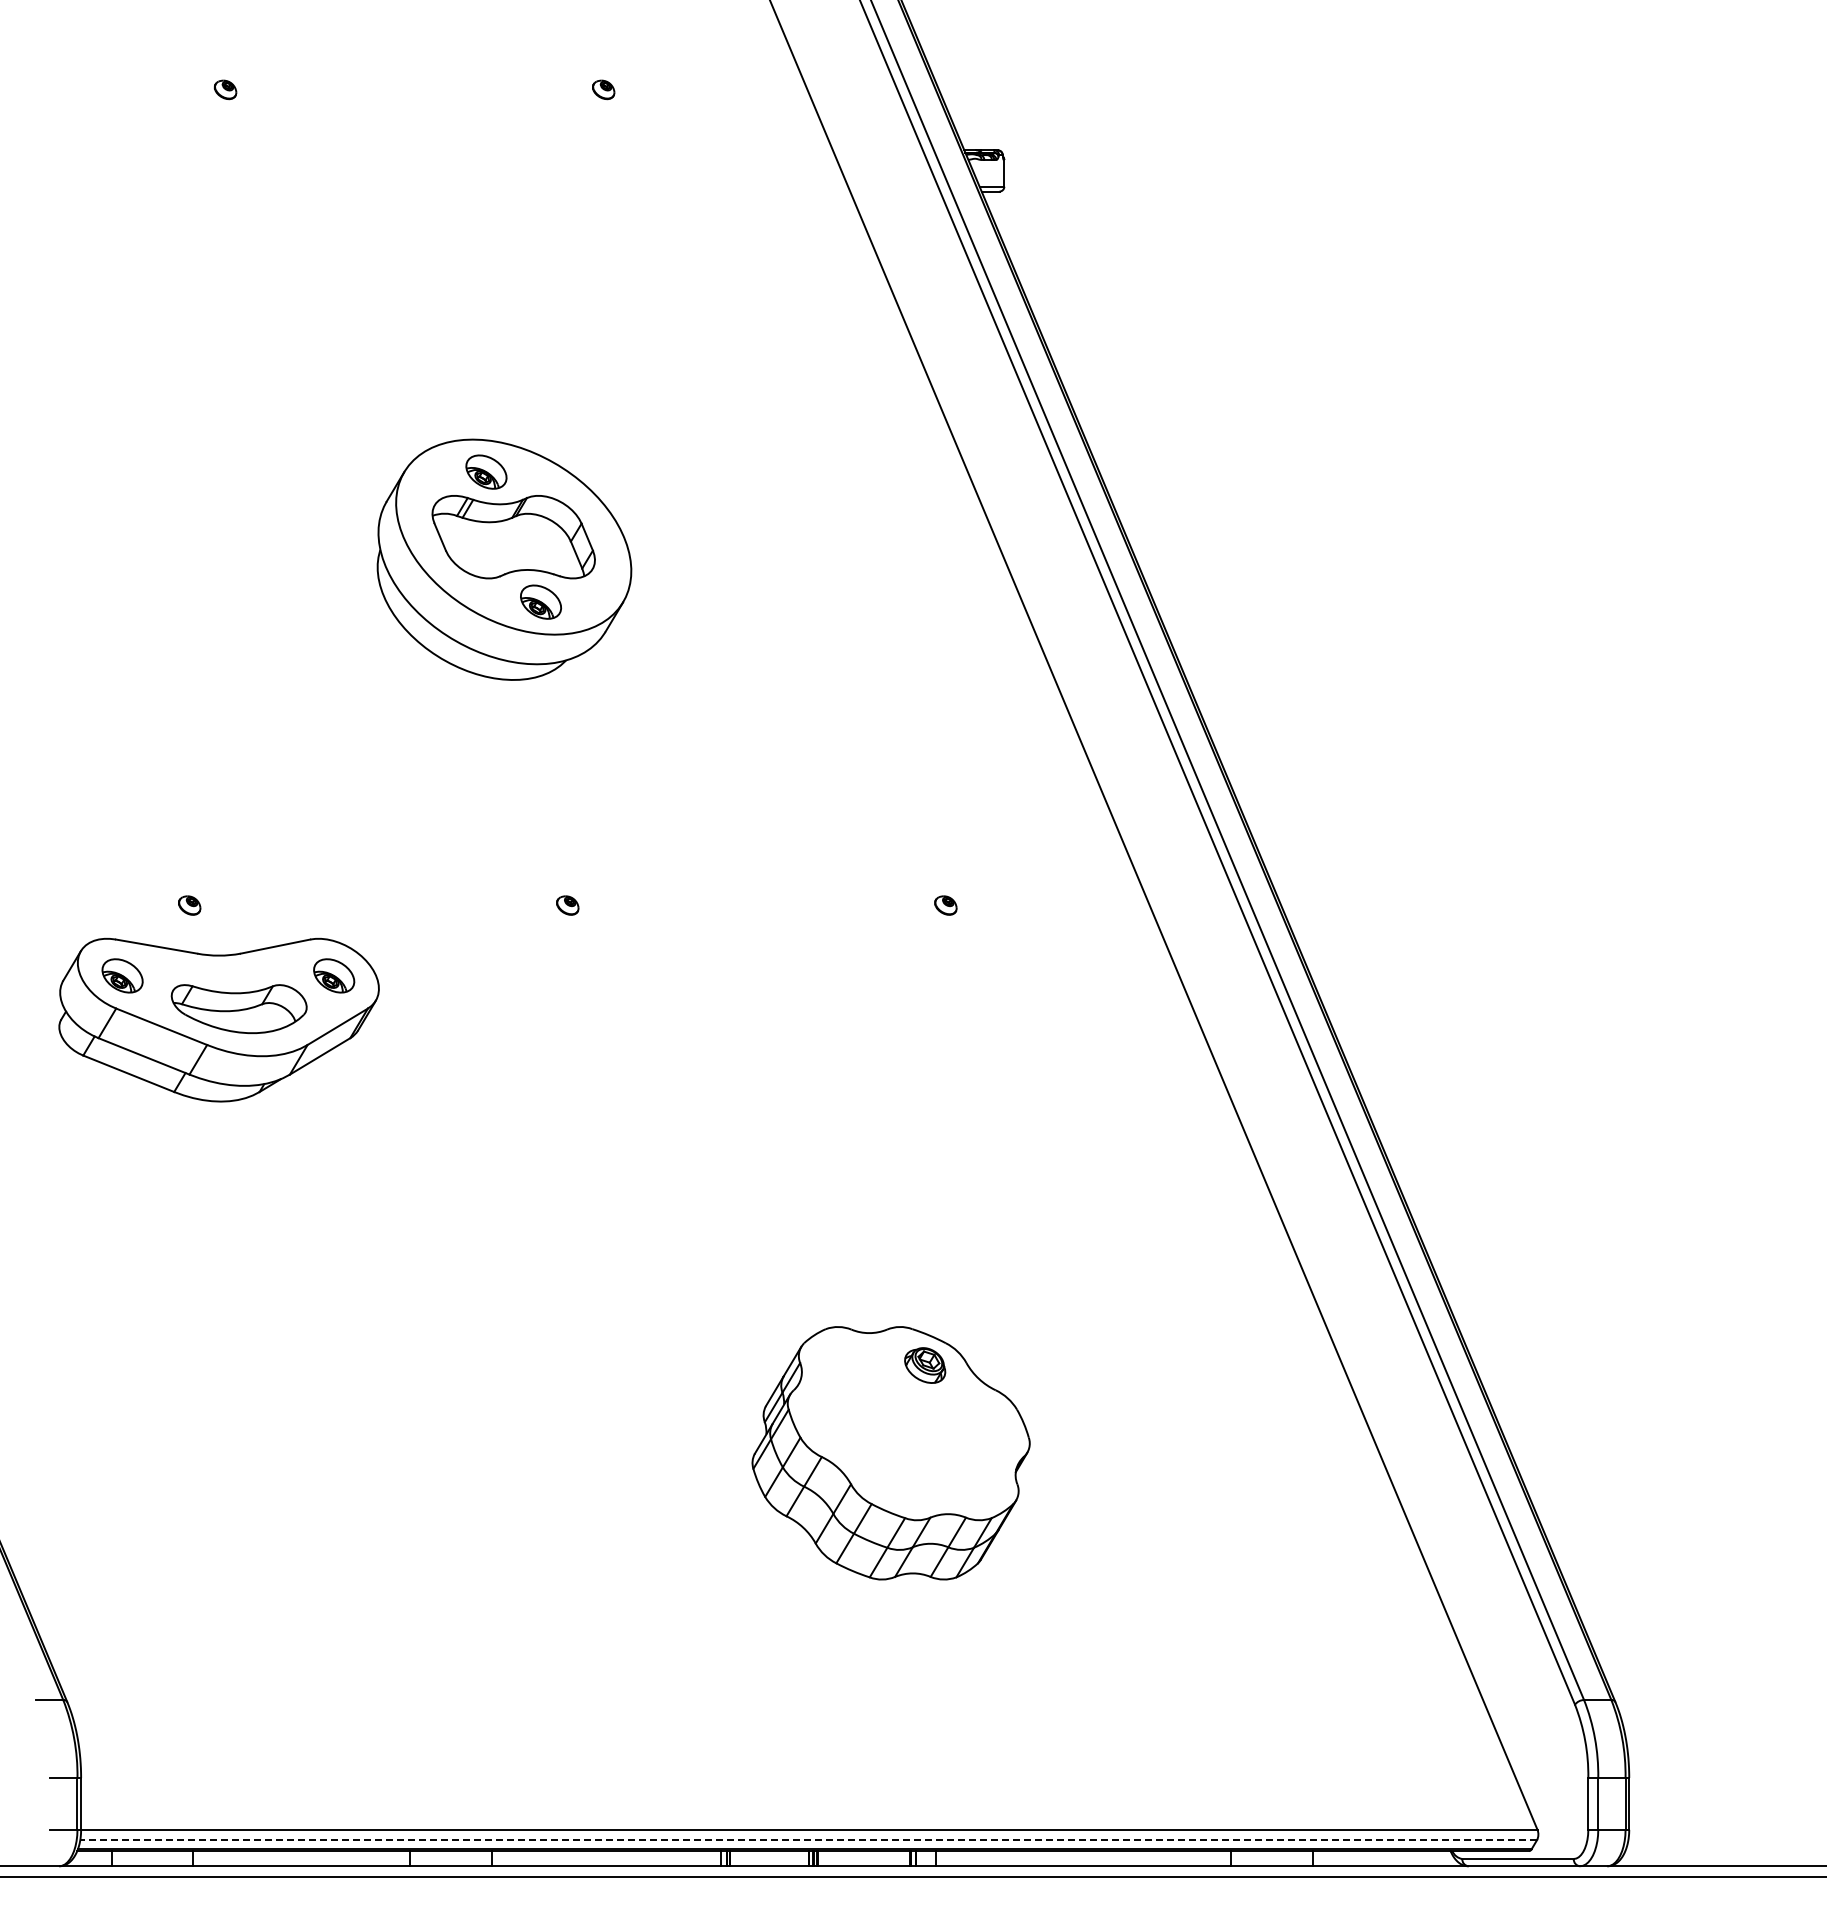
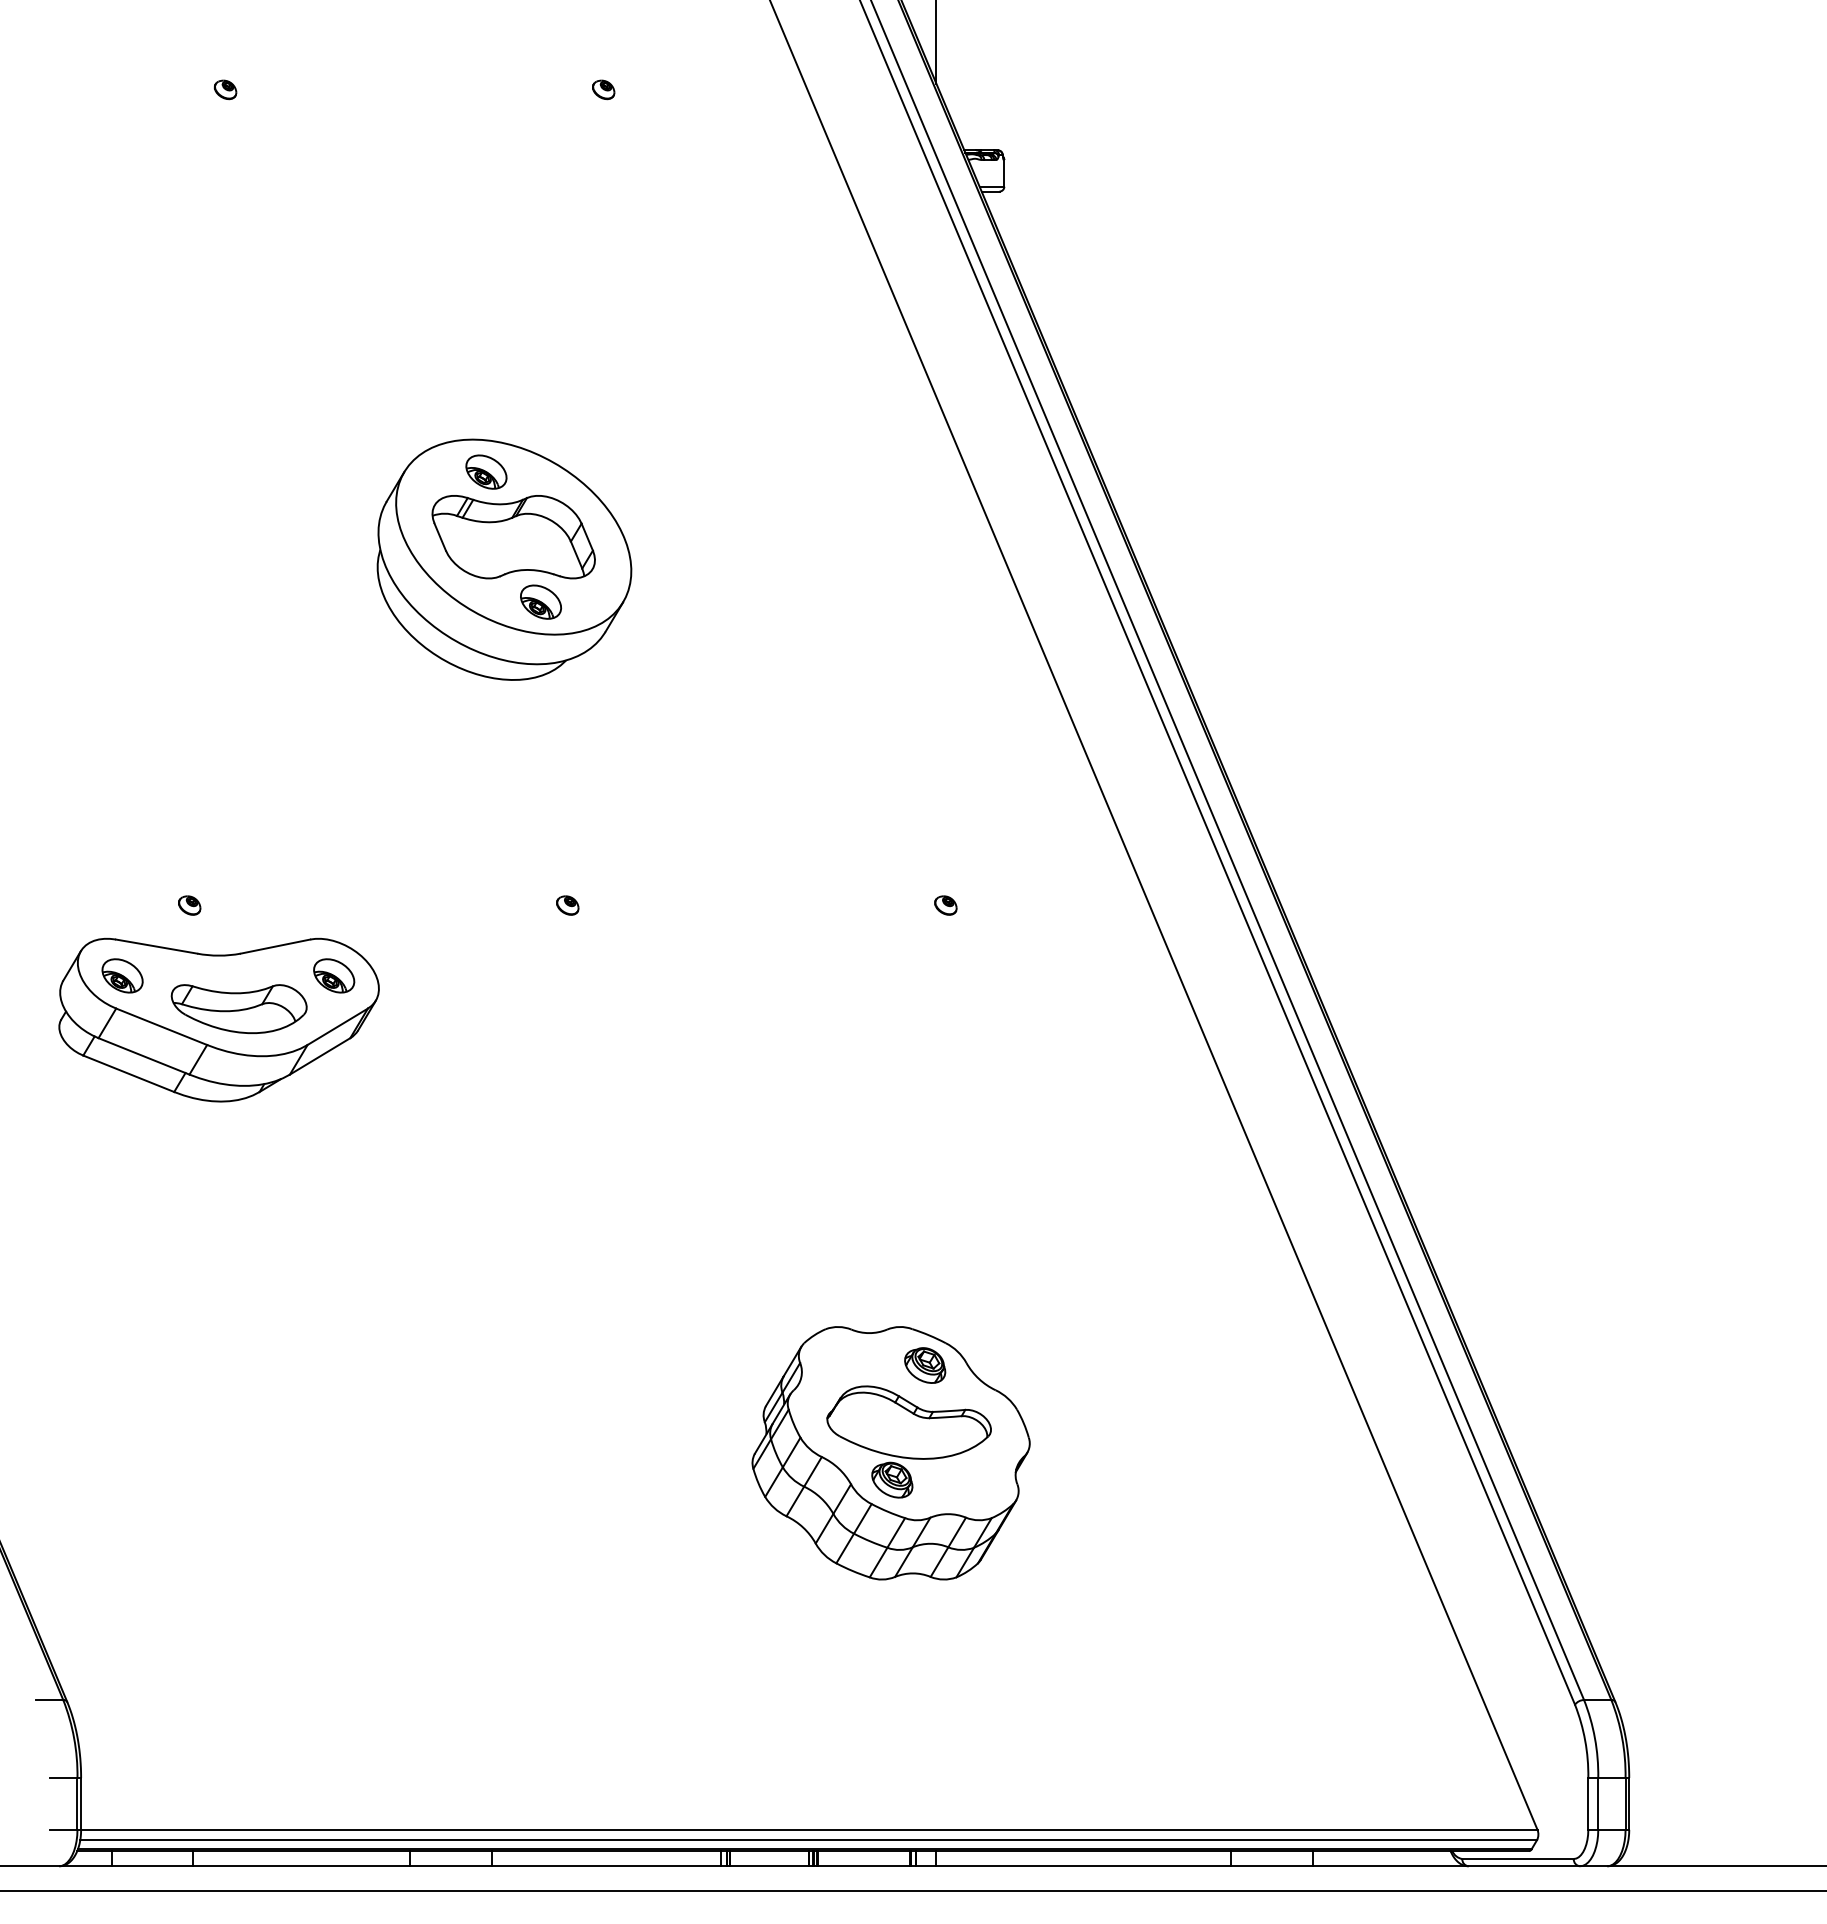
line at (936, 42): none -> present
part at (908, 1441): none -> present
line at (808, 1840): dashed -> solid
line at (912, 1876) position: (912, 1876) -> (912, 1890)
